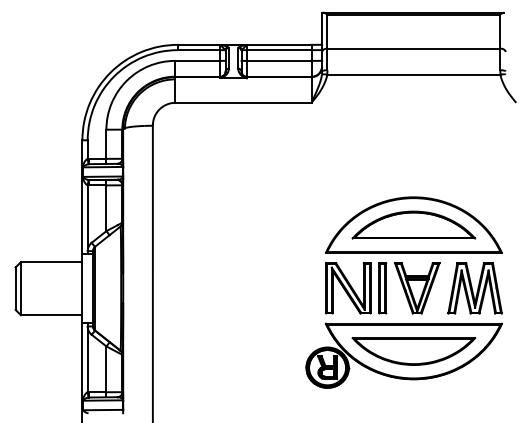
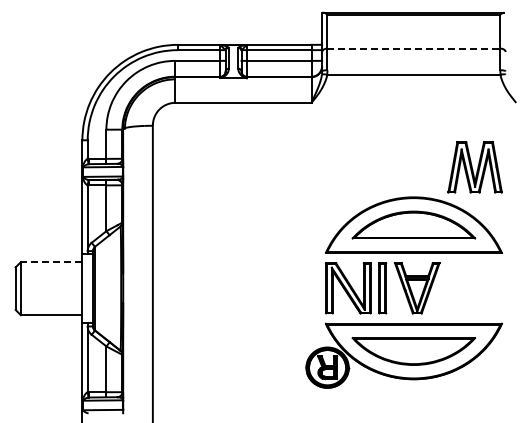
line at (414, 48): solid -> dashed
line at (51, 262): solid -> dashed
part at (474, 288) position: (474, 288) -> (474, 167)
